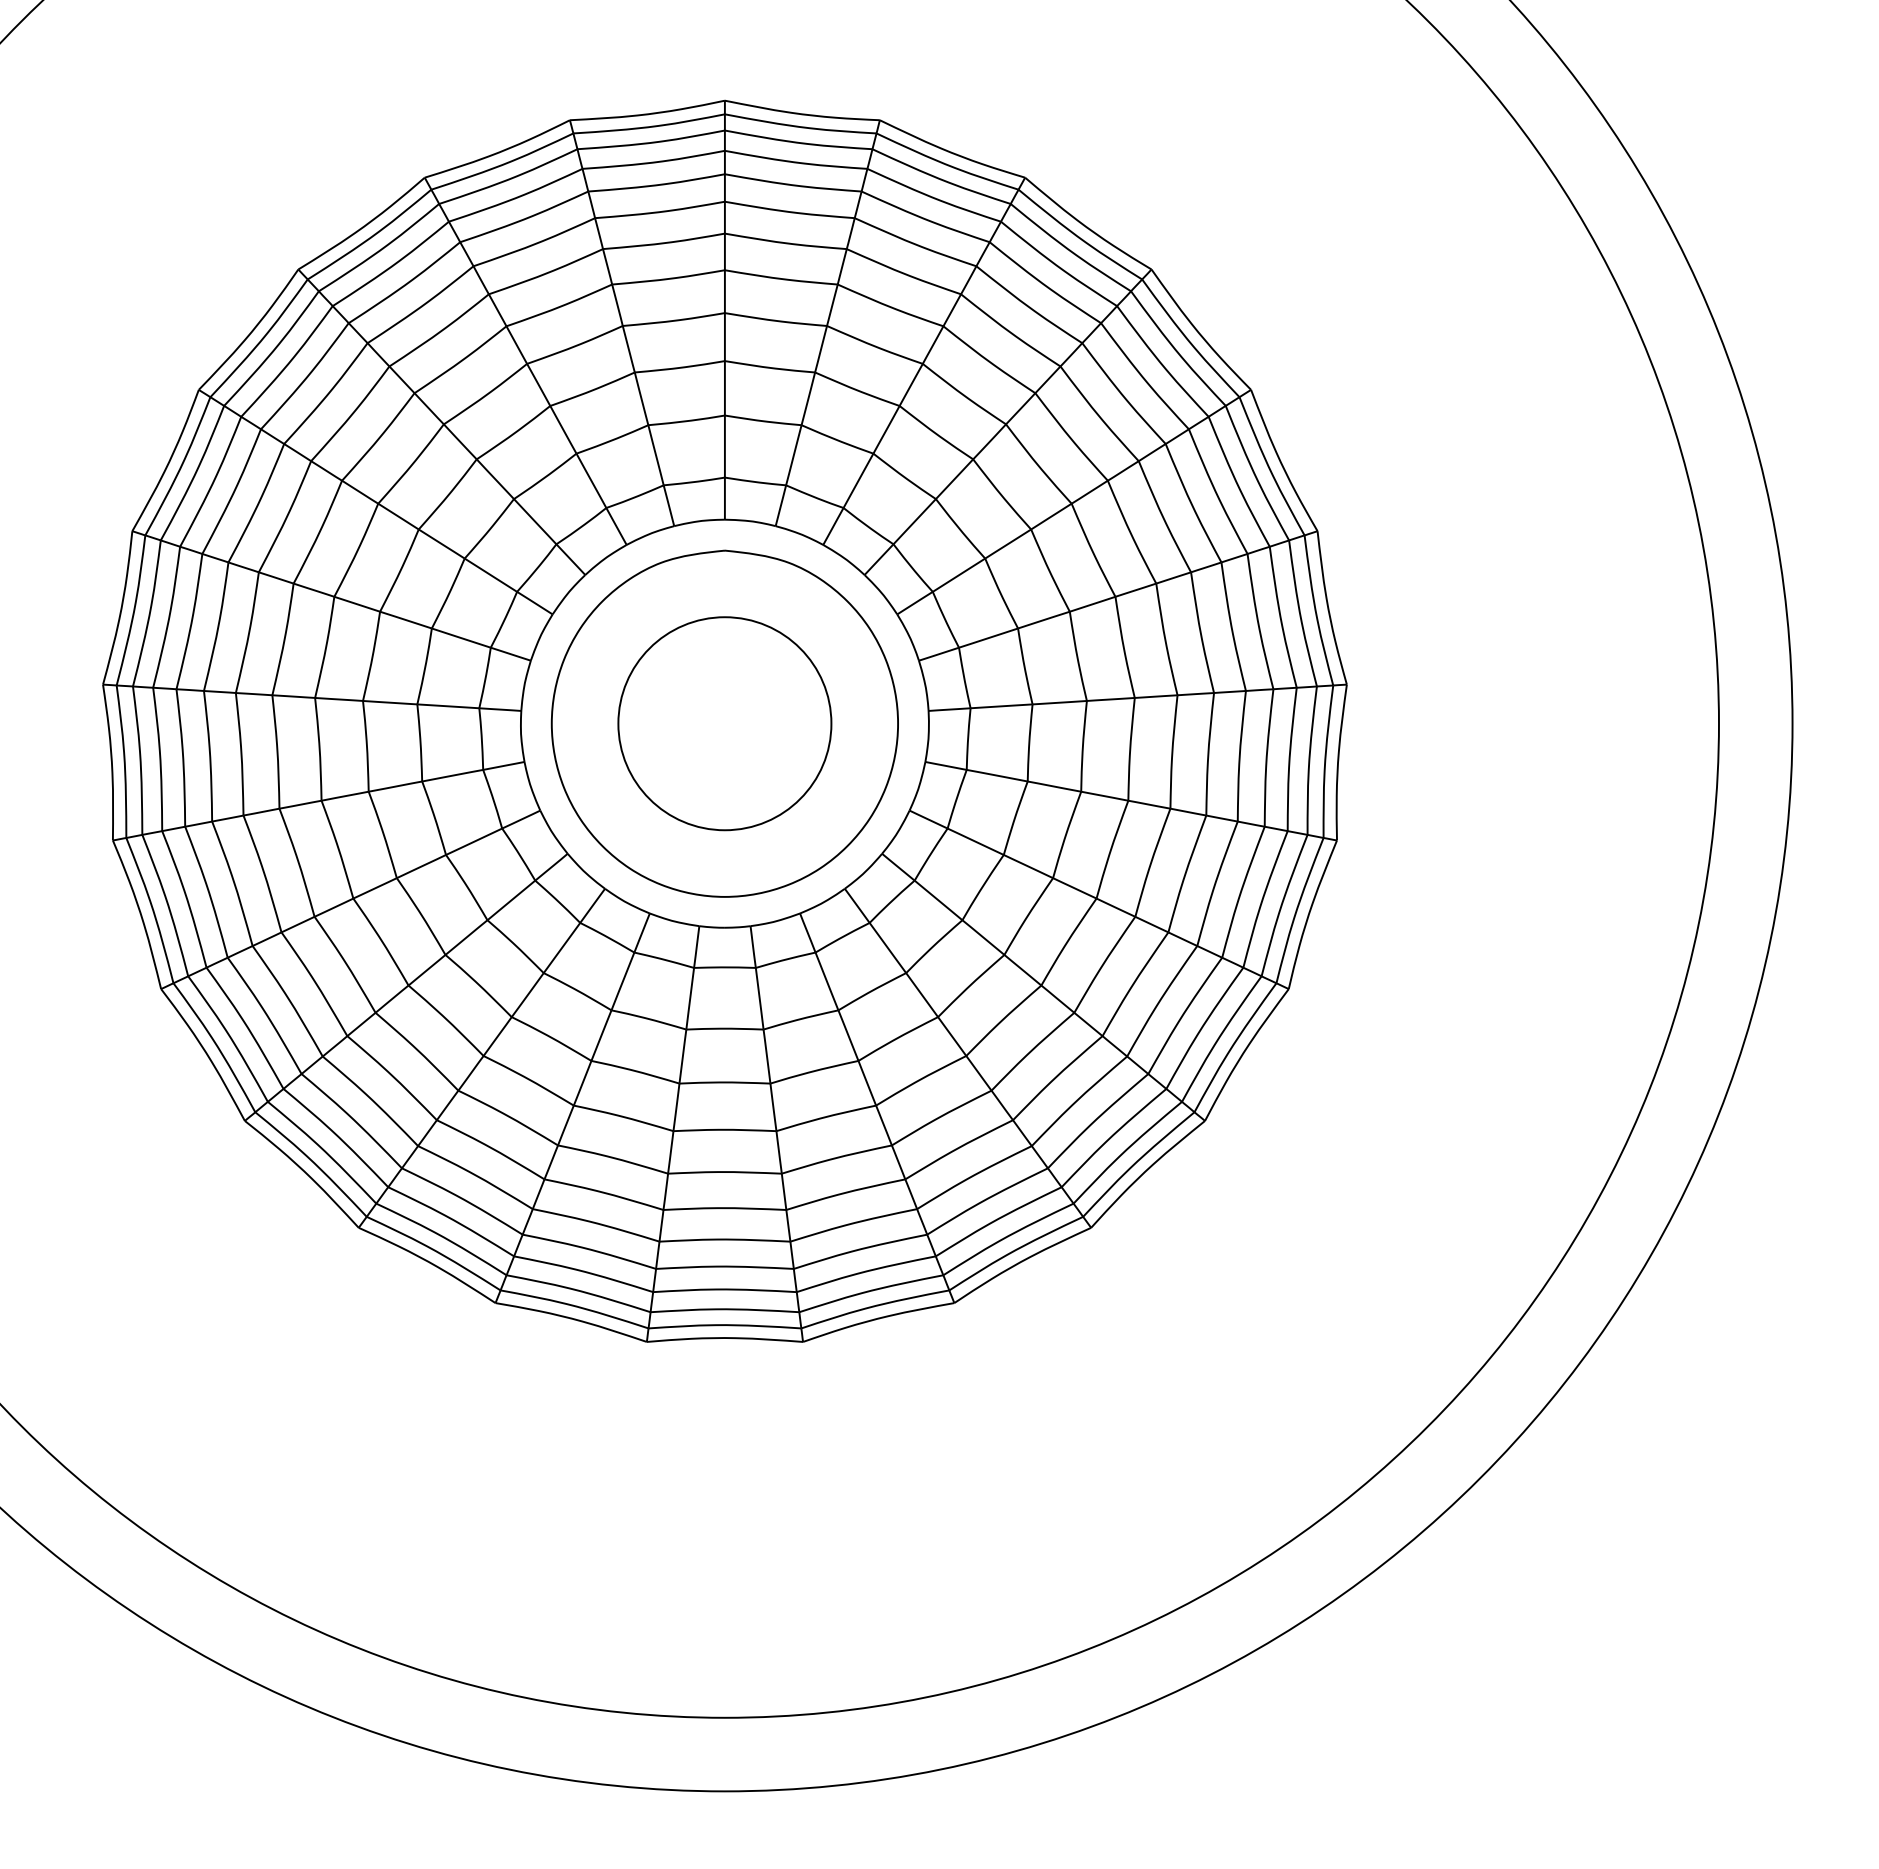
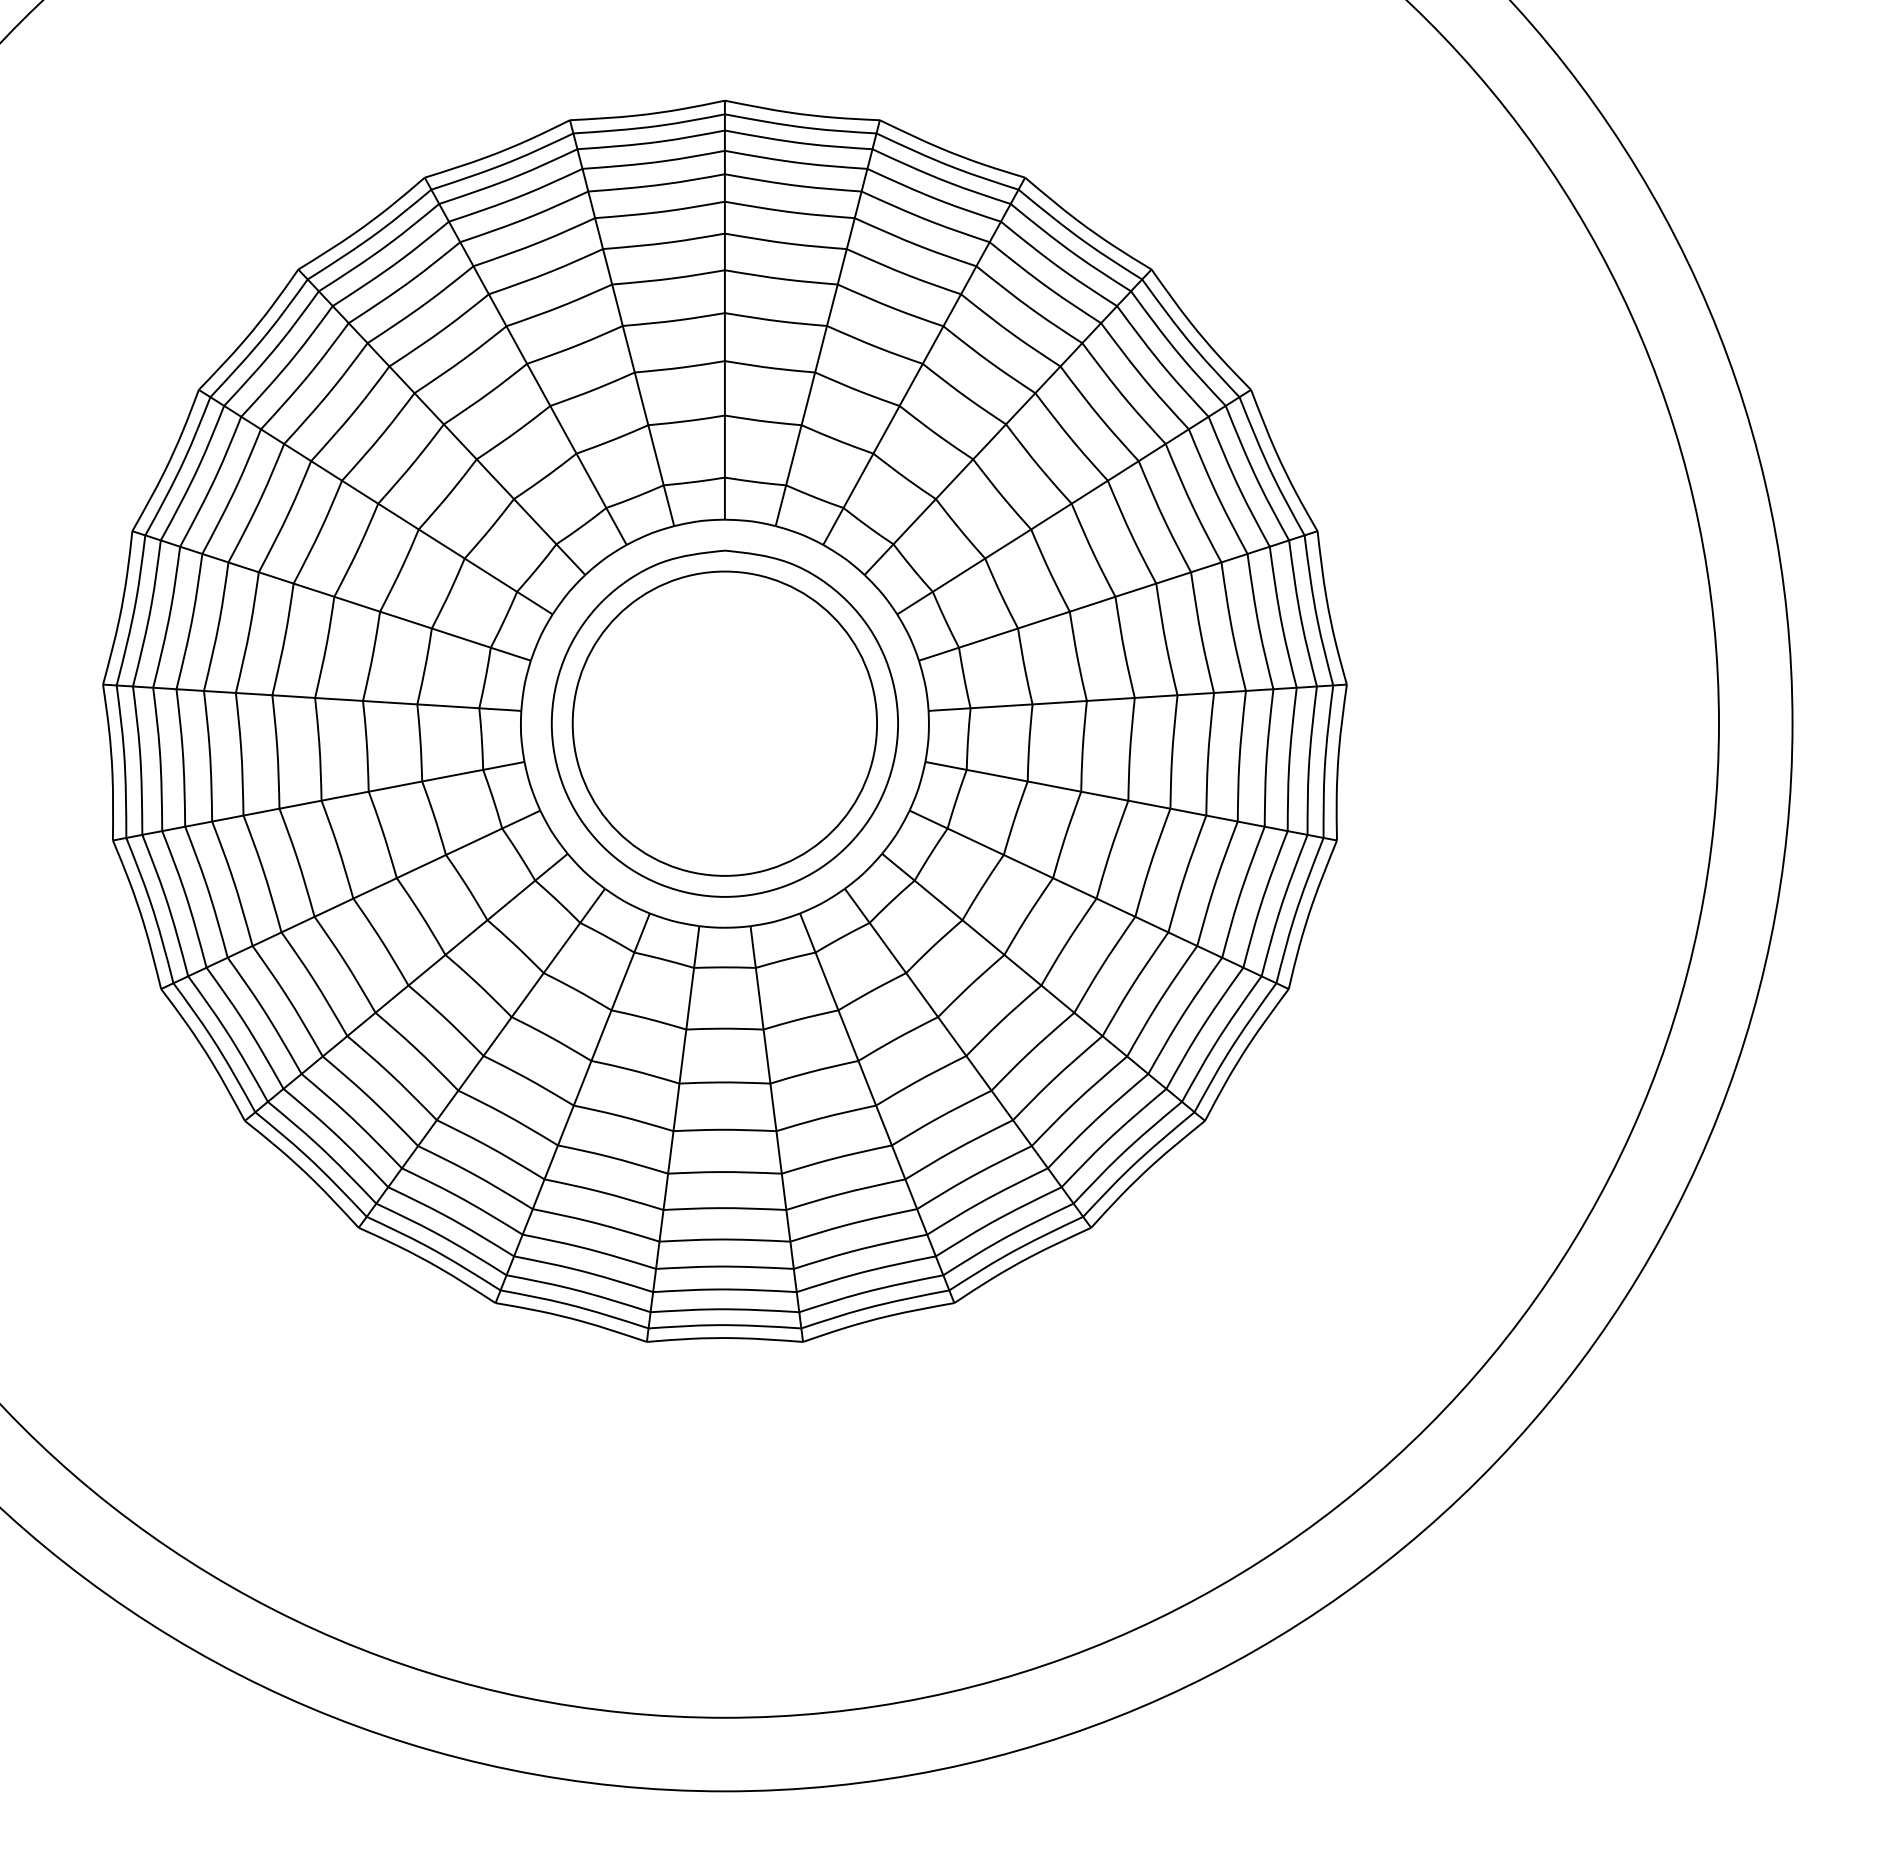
circle at (724, 723) diameter: 213 px -> 304 px
